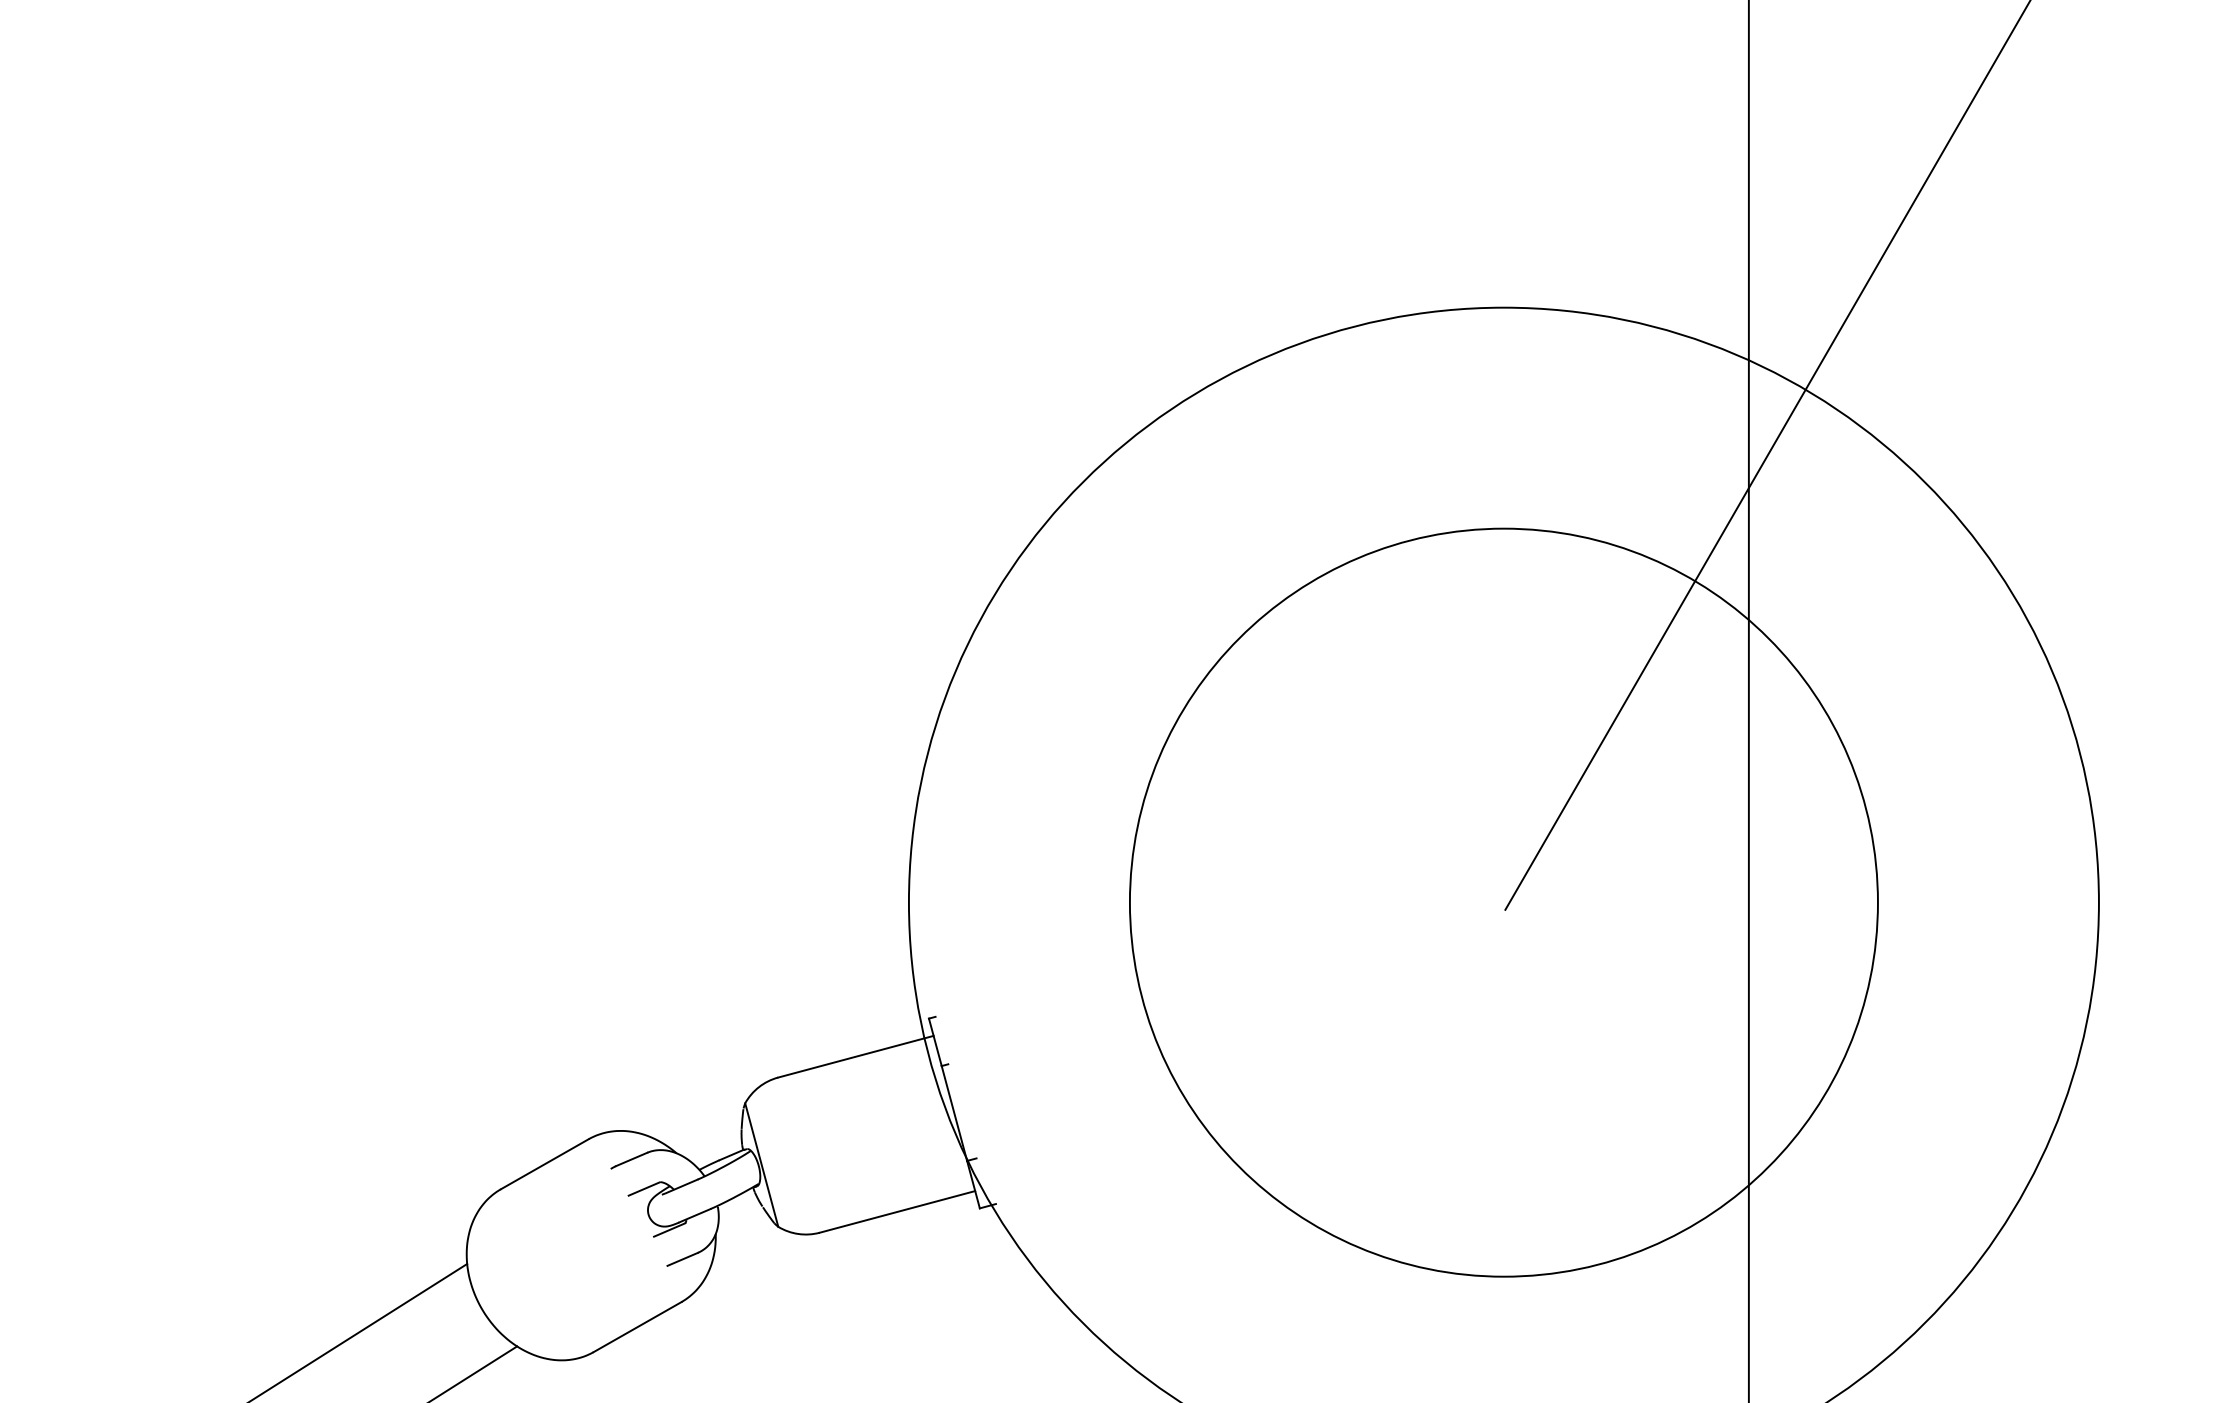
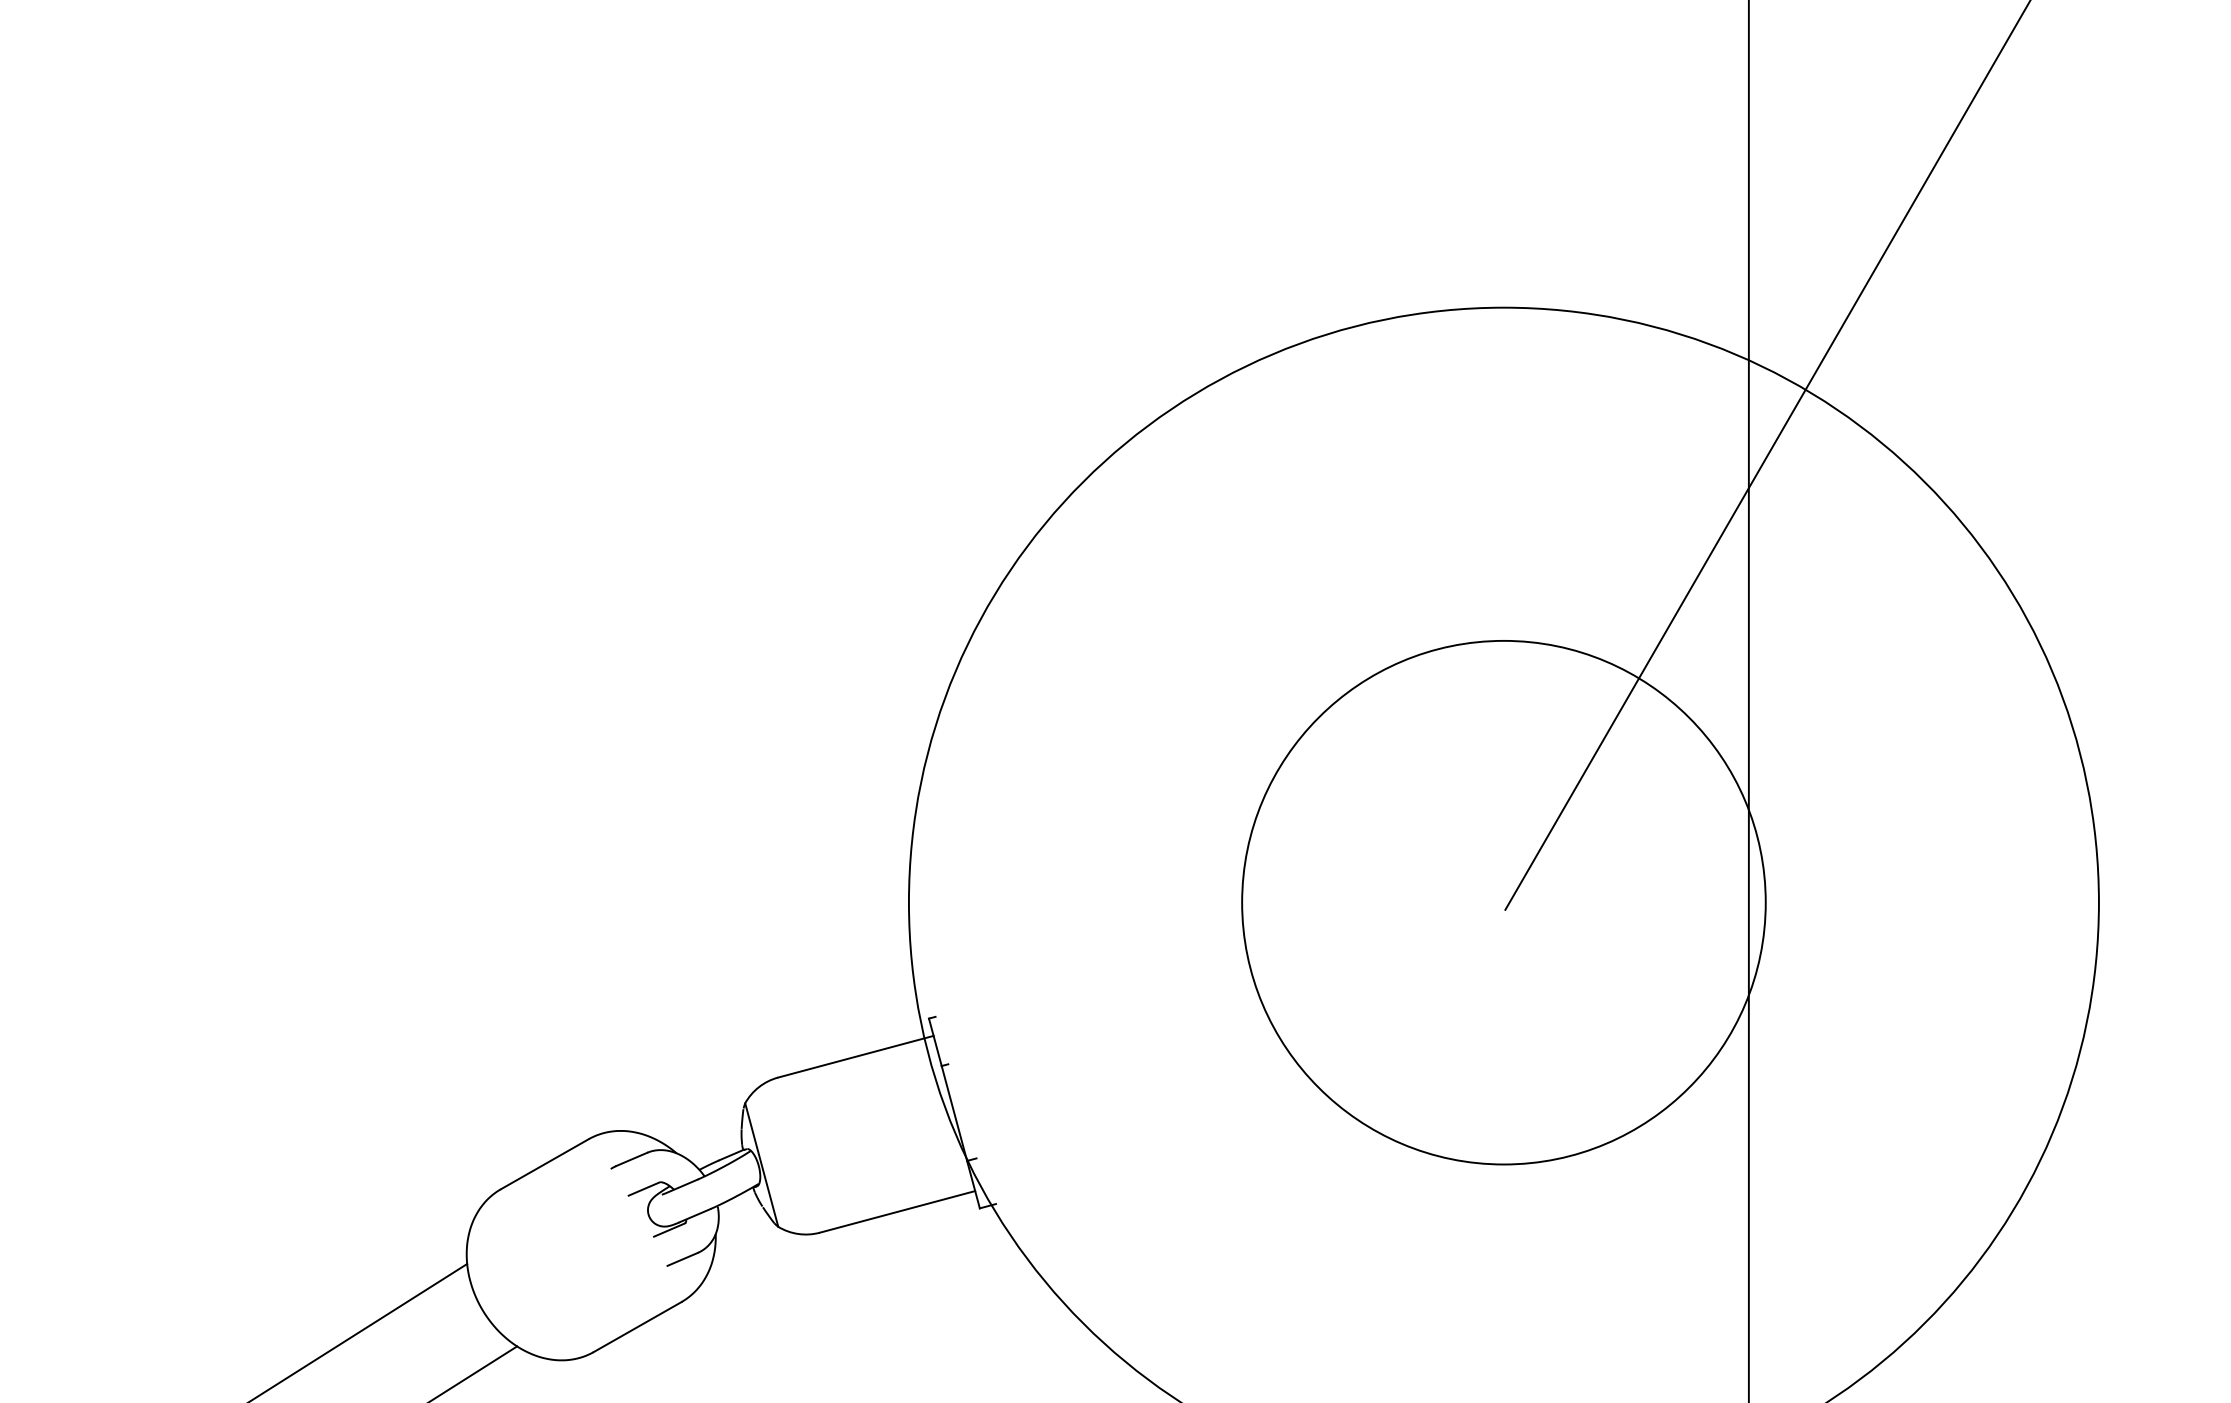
circle at (1503, 902) diameter: 748 px -> 524 px
